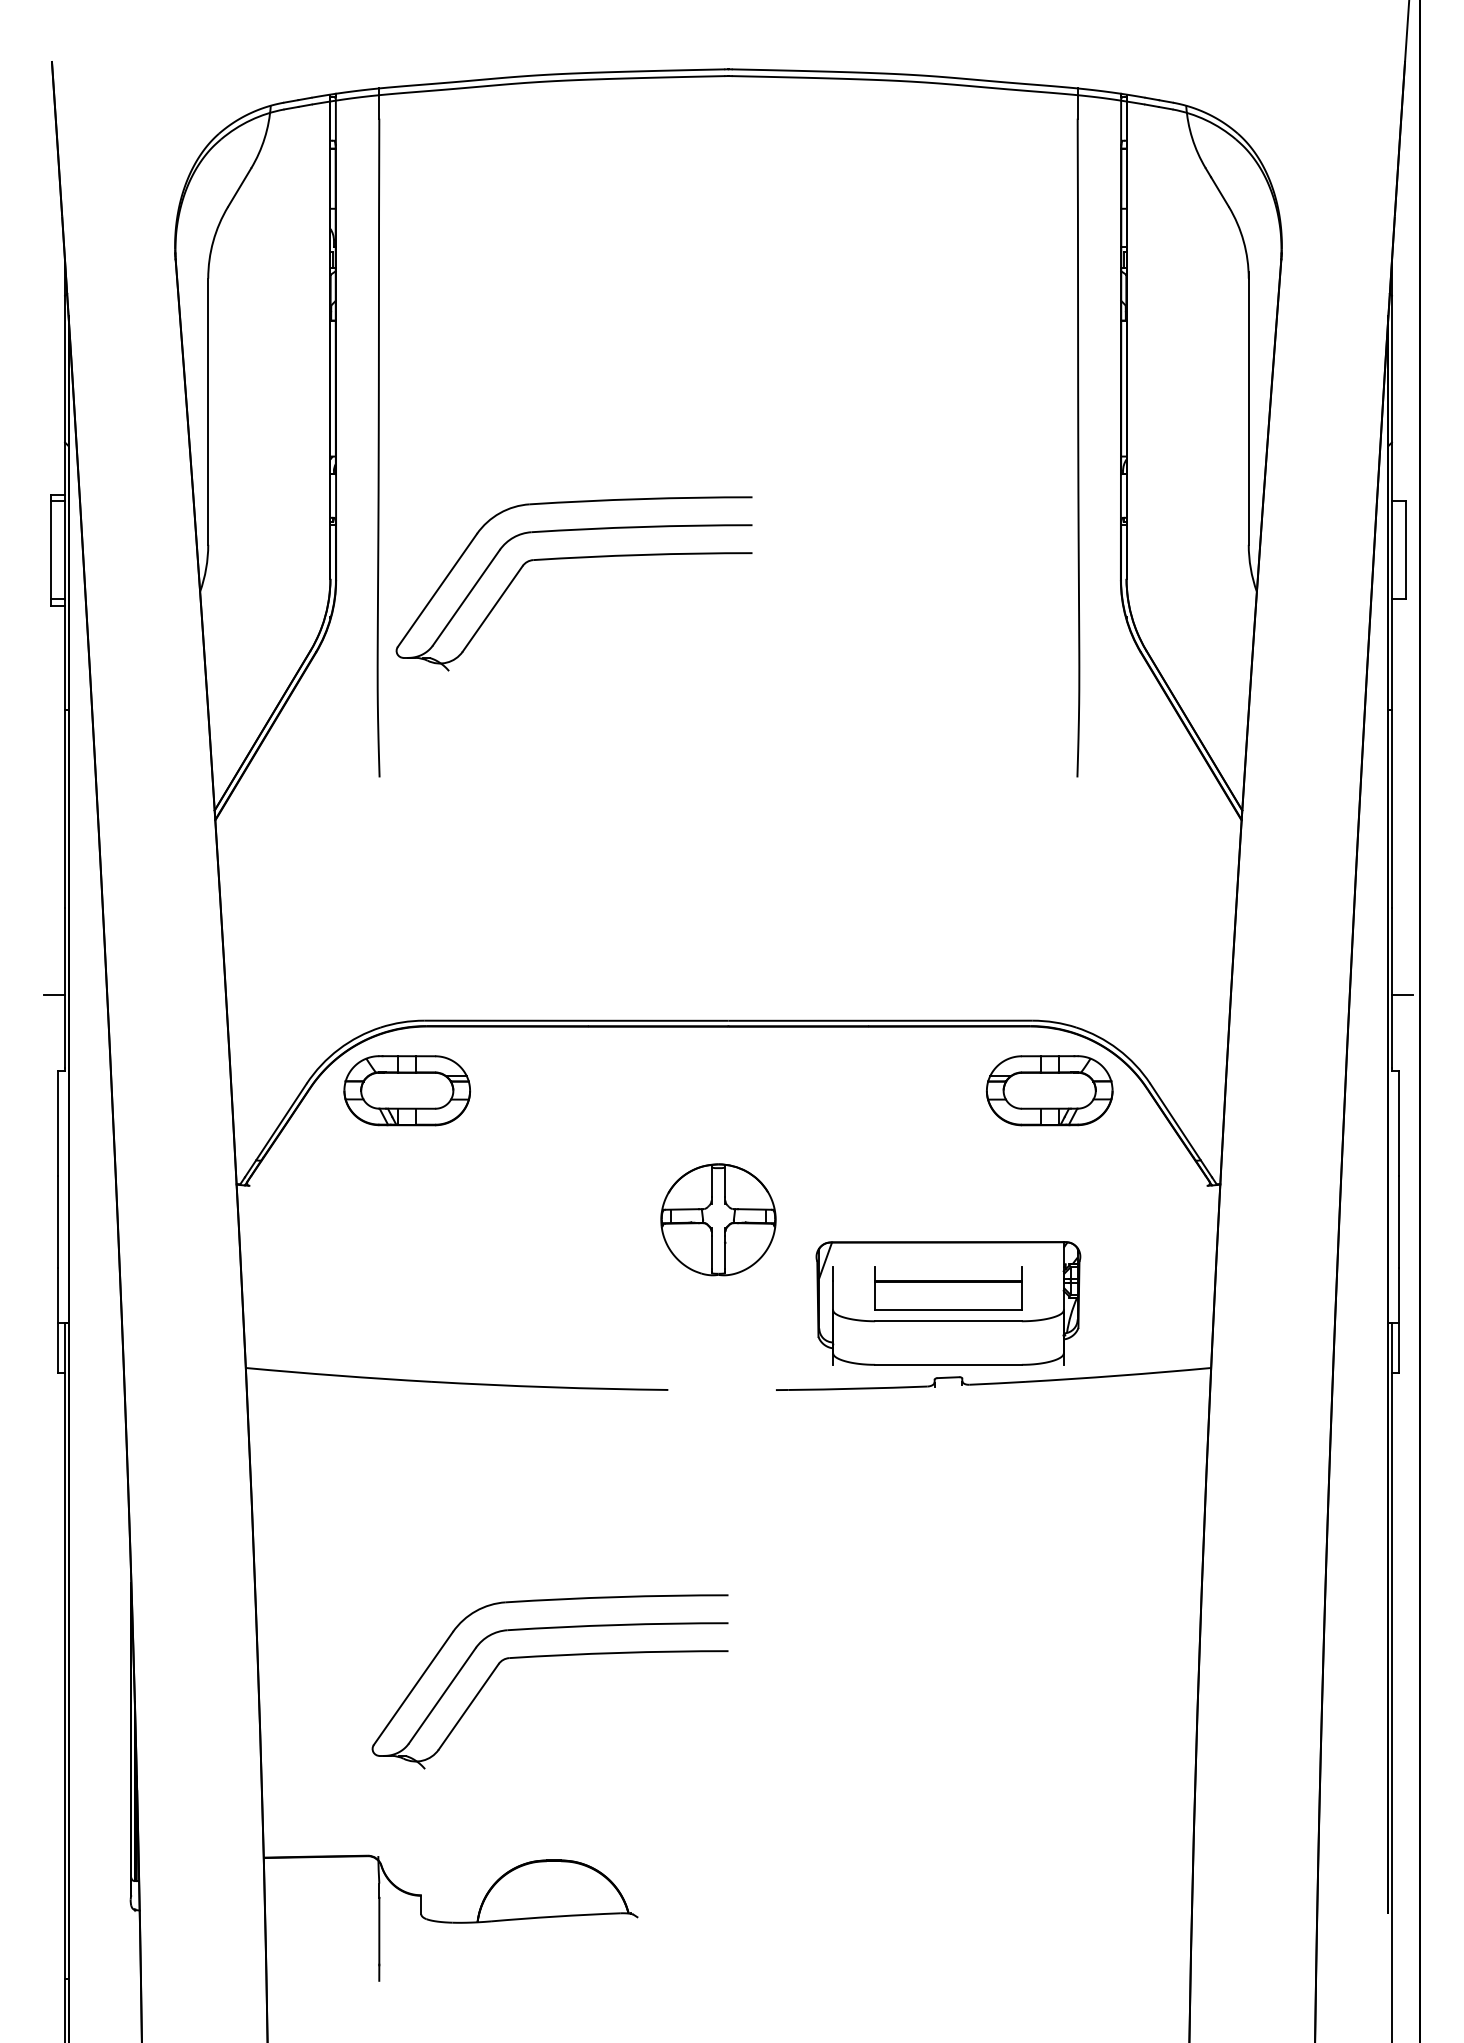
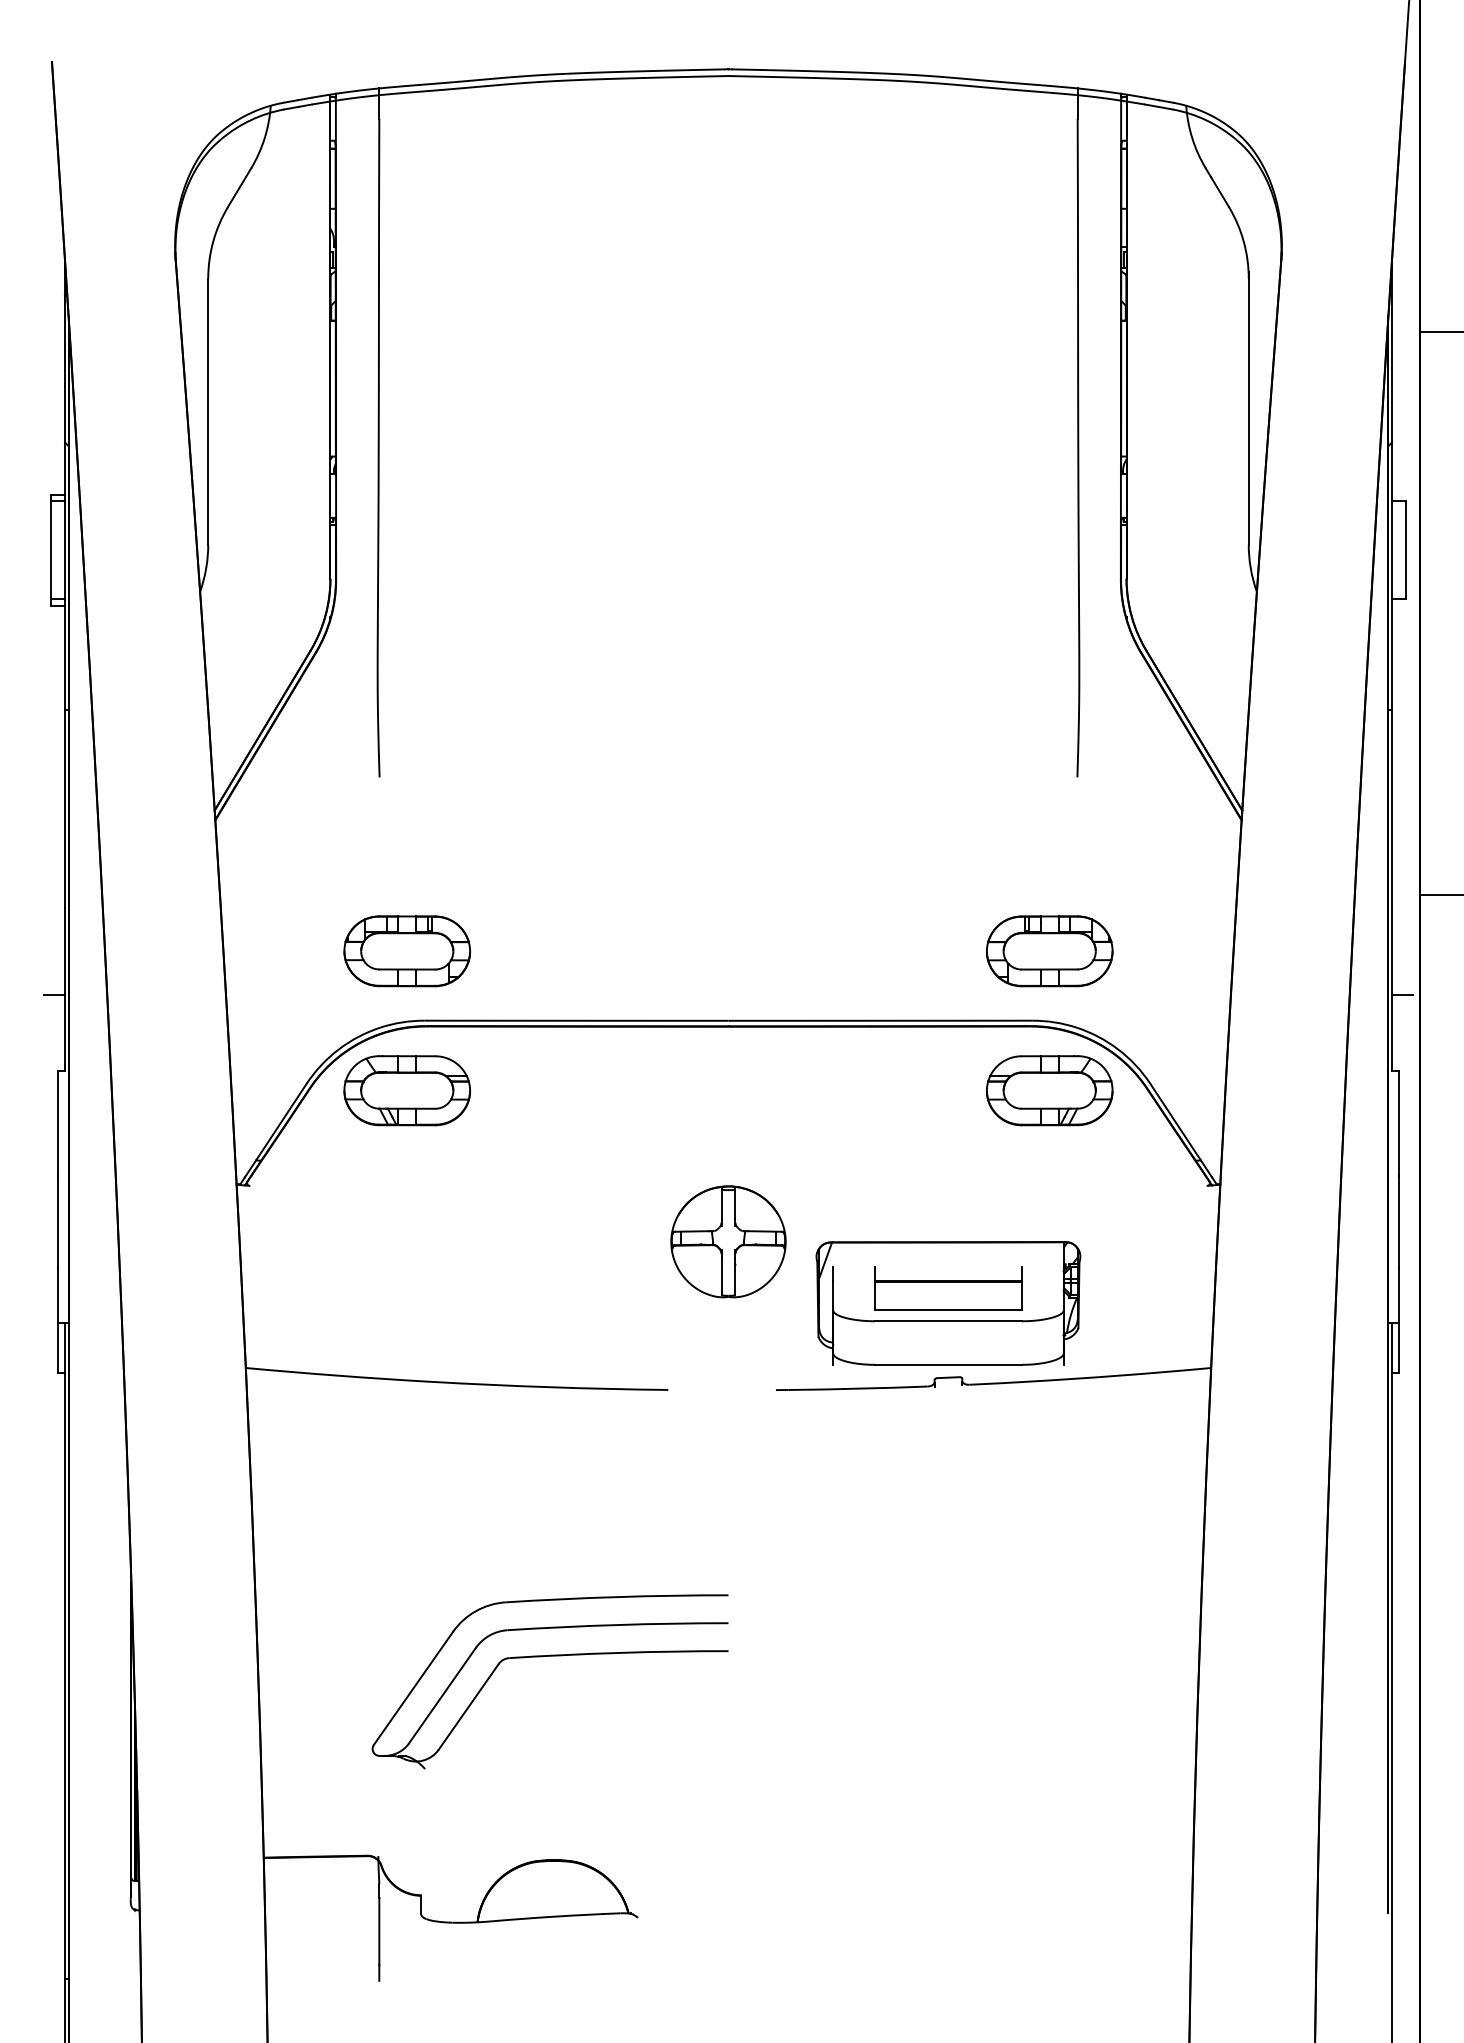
line at (1439, 331): none -> present
part at (573, 558): present -> none
line at (1439, 894): none -> present
part at (407, 951): none -> present
part at (1049, 951): none -> present
part at (718, 1219) position: (718, 1219) -> (728, 1241)
